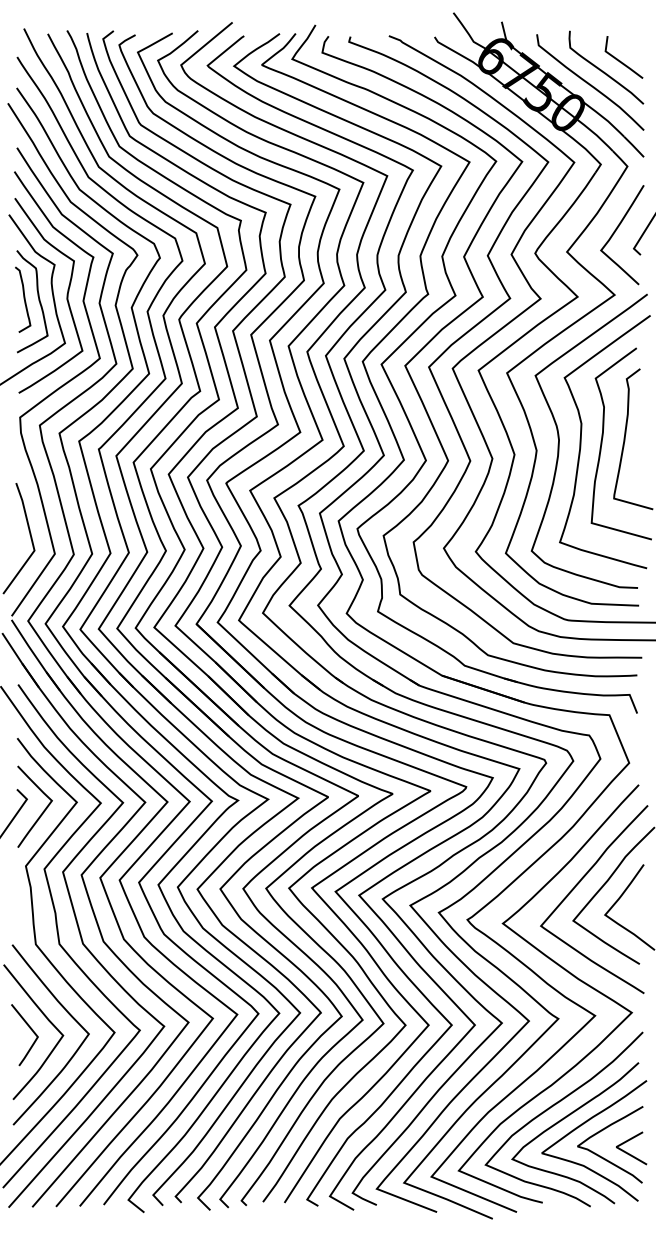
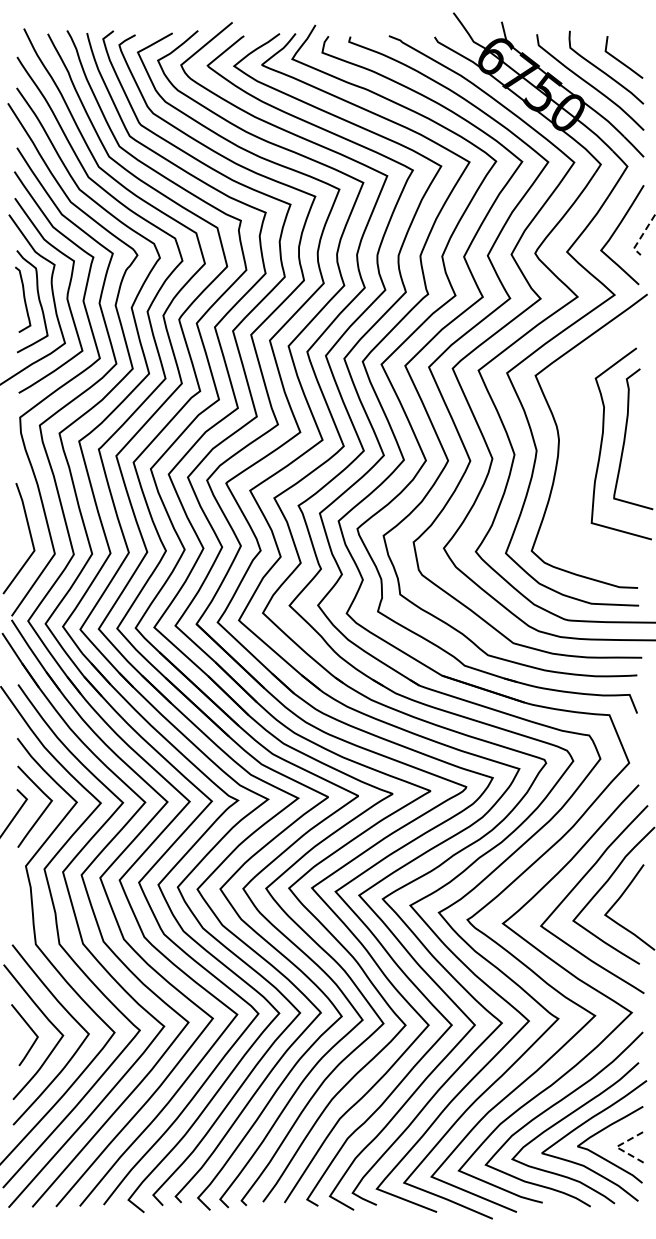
line at (641, 236): solid -> dashed
curve at (581, 442): present -> none
line at (618, 1148): solid -> dashed
